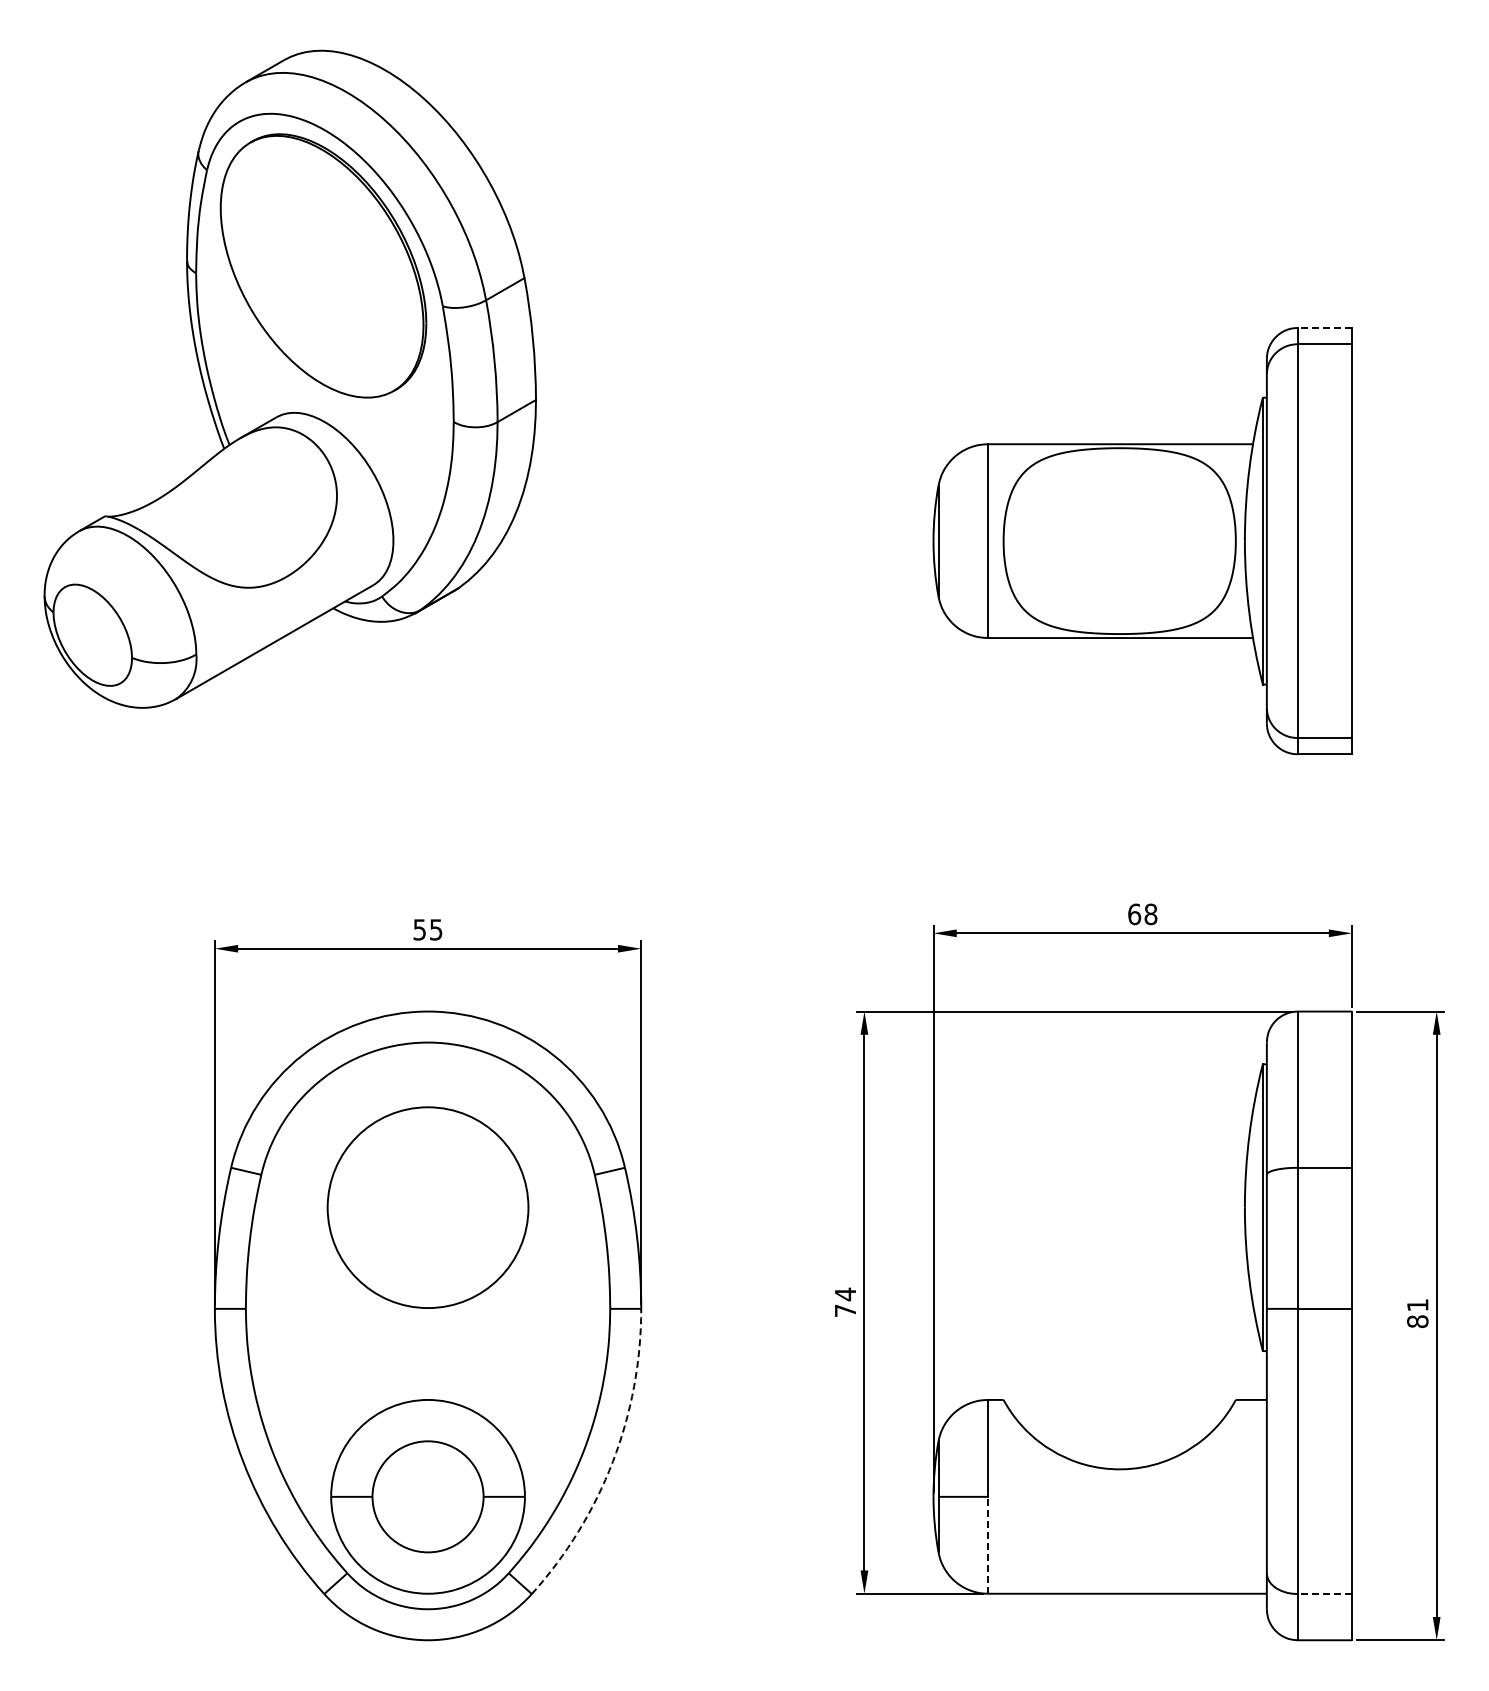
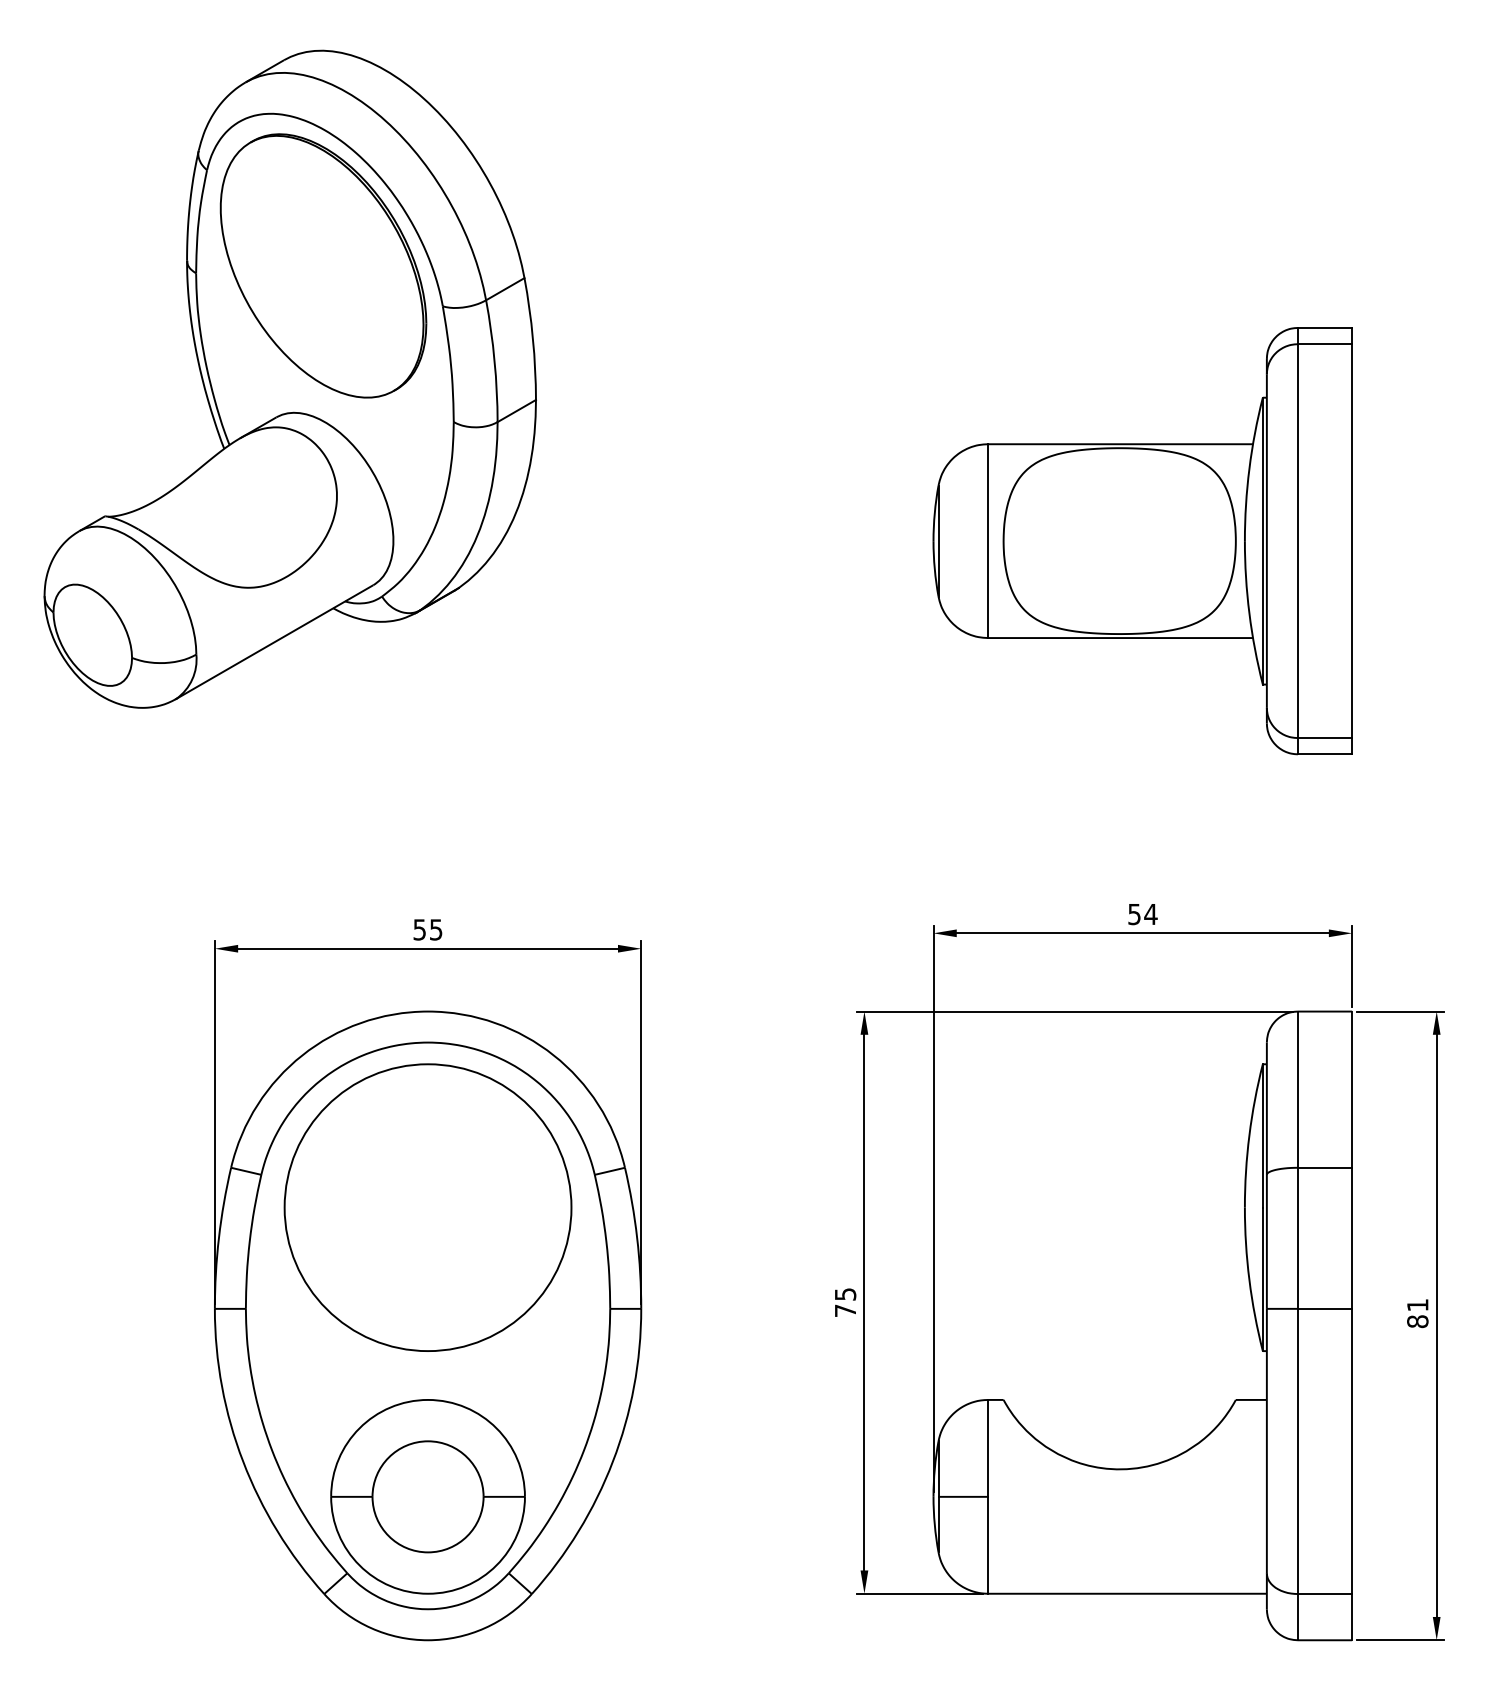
line at (1324, 327): dashed -> solid
text at (1142, 914): 68 -> 54
circle at (427, 1207) diameter: 201 px -> 287 px
text at (845, 1294): 74 -> 75
arc at (612, 1461): dashed -> solid
line at (988, 1544): dashed -> solid
line at (1324, 1594): dashed -> solid
